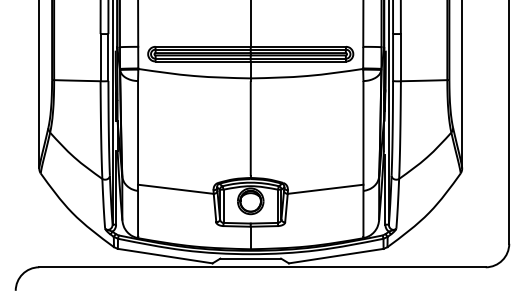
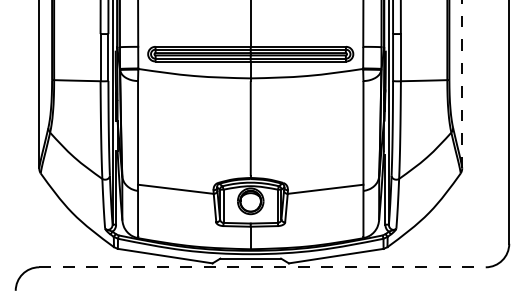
line at (462, 84): solid -> dashed
line at (262, 267): solid -> dashed
